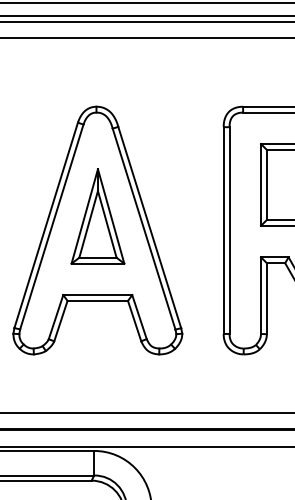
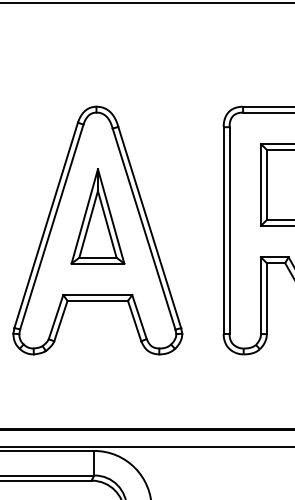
line at (146, 15): present -> none
line at (146, 21): present -> none
line at (146, 38): present -> none
line at (146, 412): present -> none
